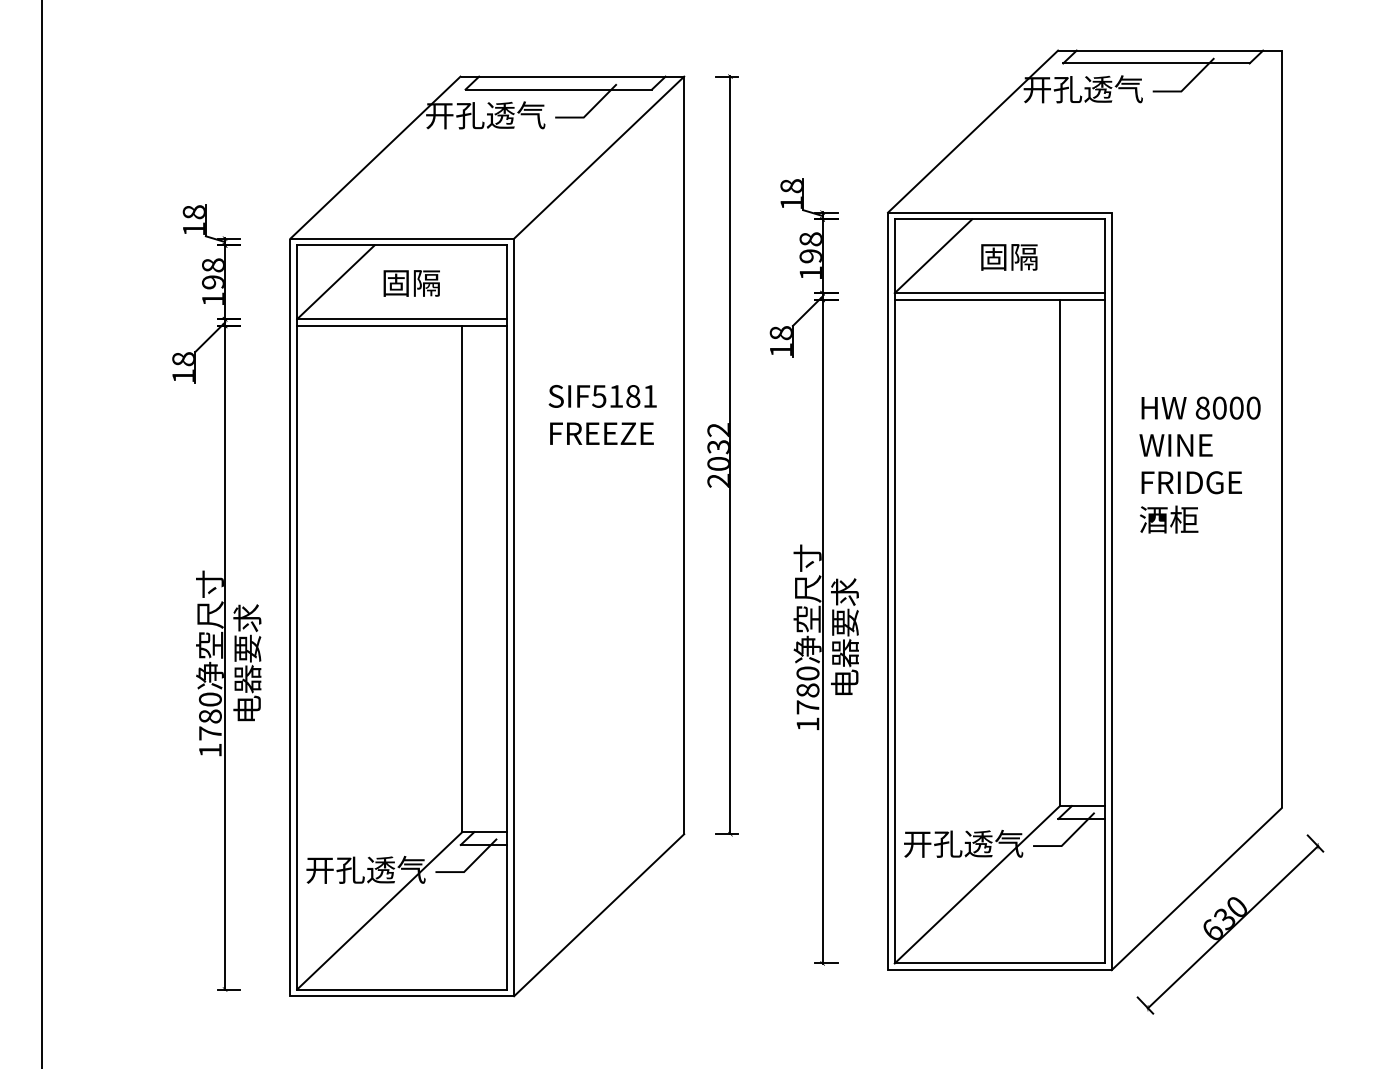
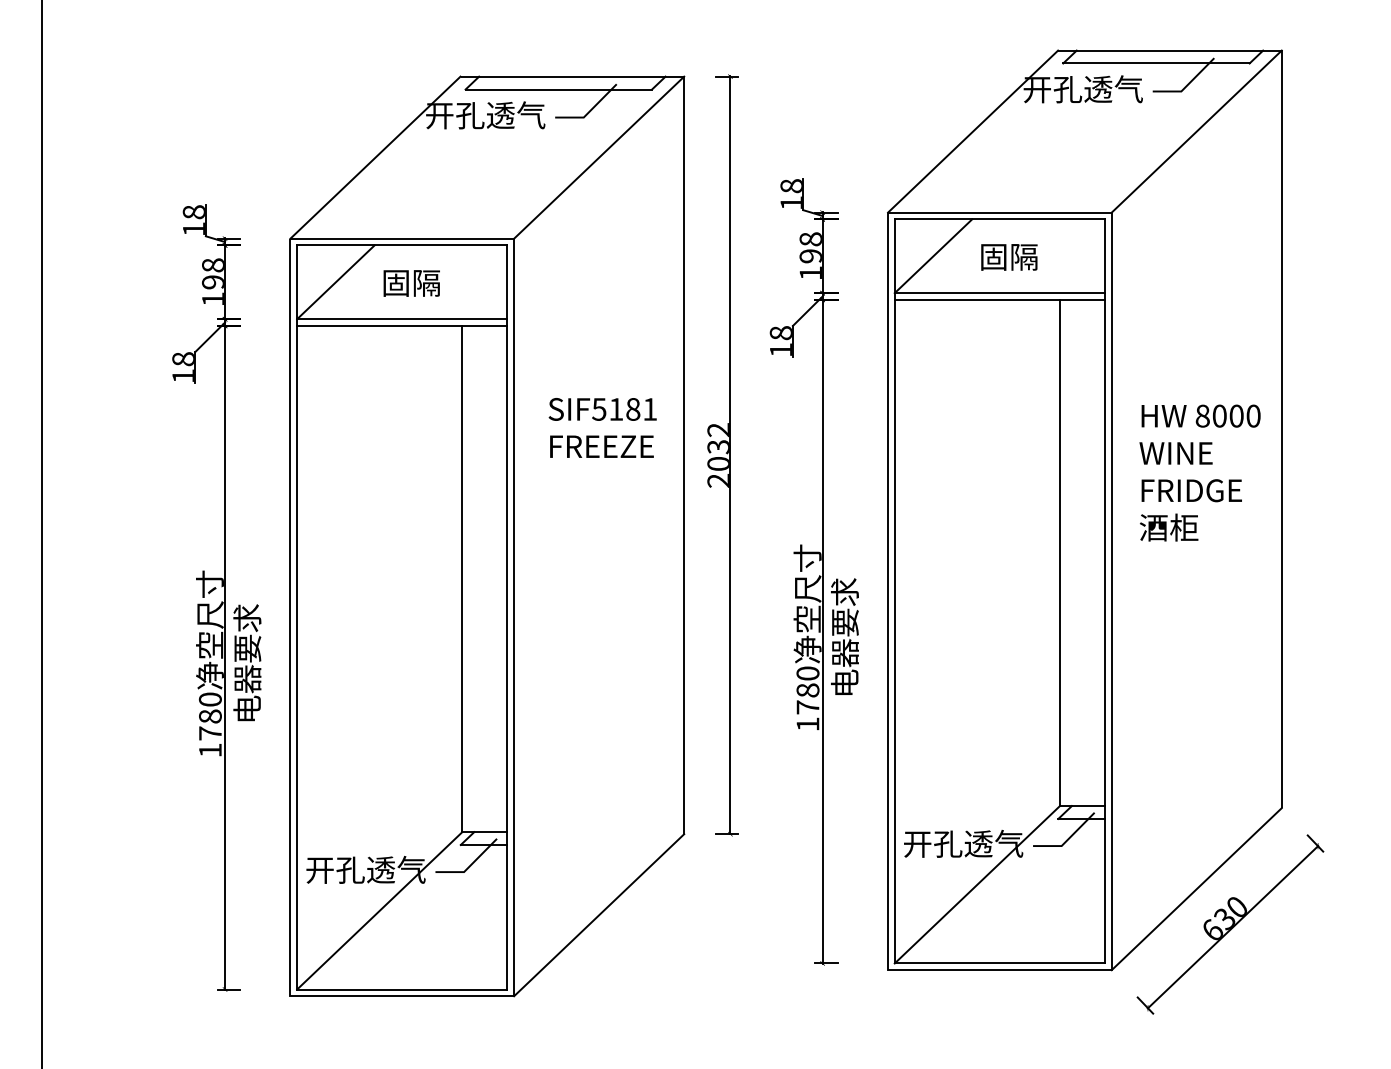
line at (1196, 131): none -> present
text at (602, 414) position: (602, 414) -> (602, 427)
text at (1199, 464) position: (1199, 464) -> (1199, 472)
